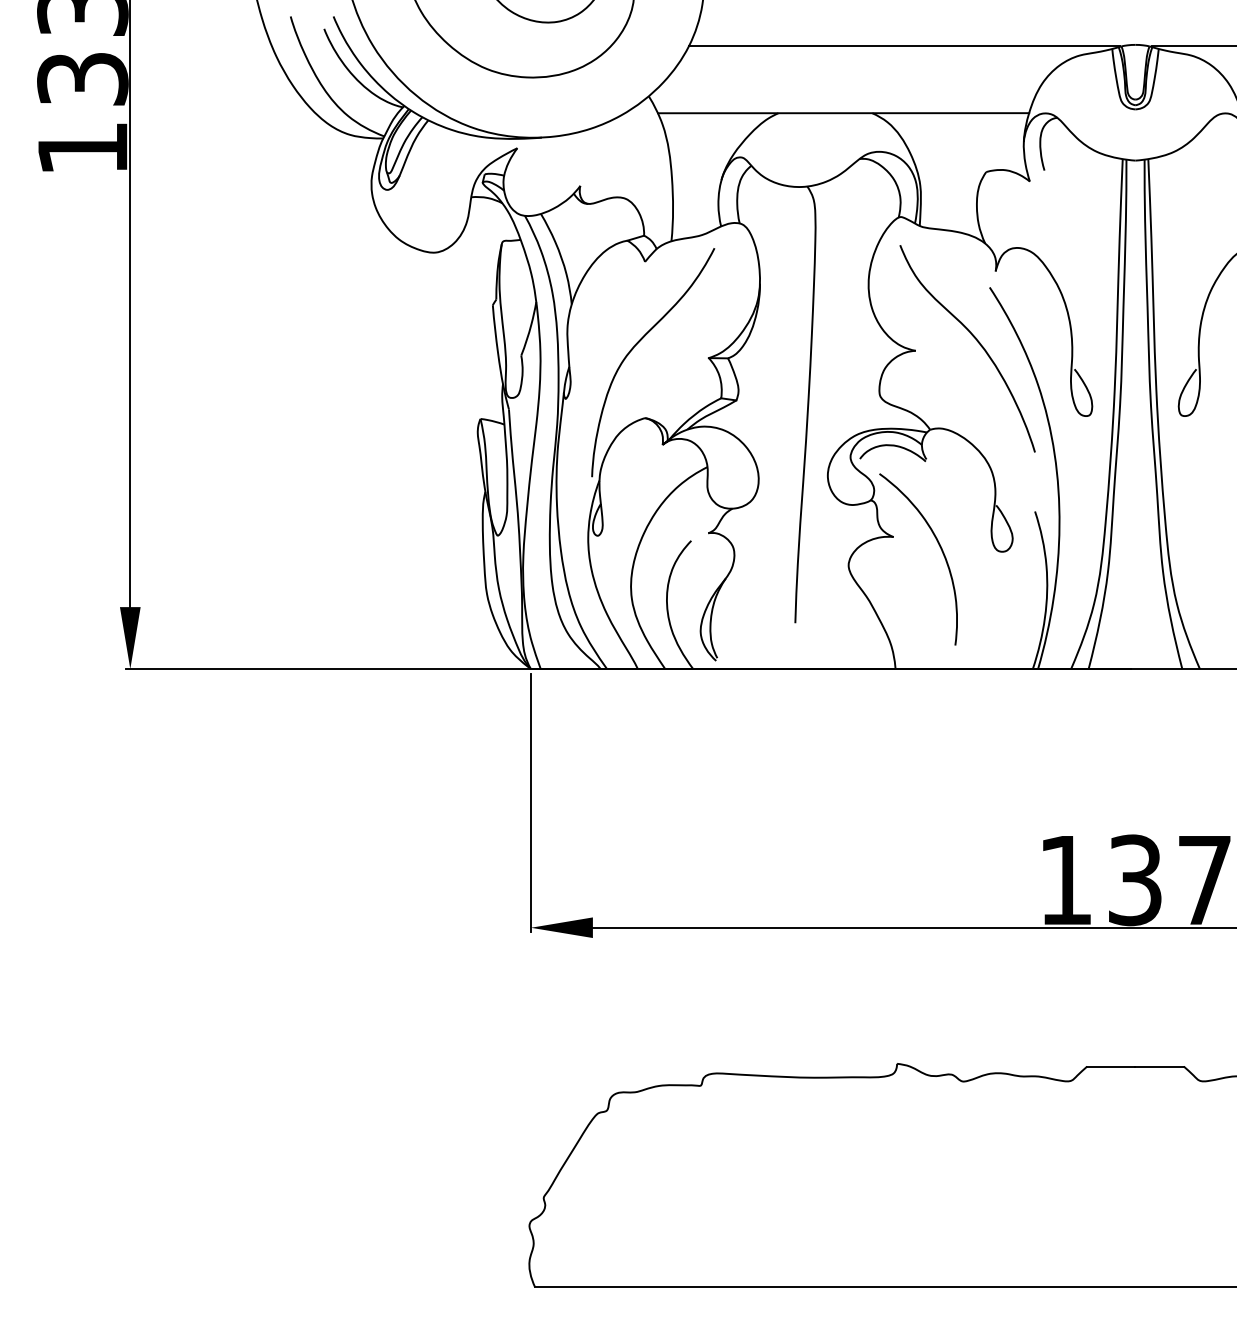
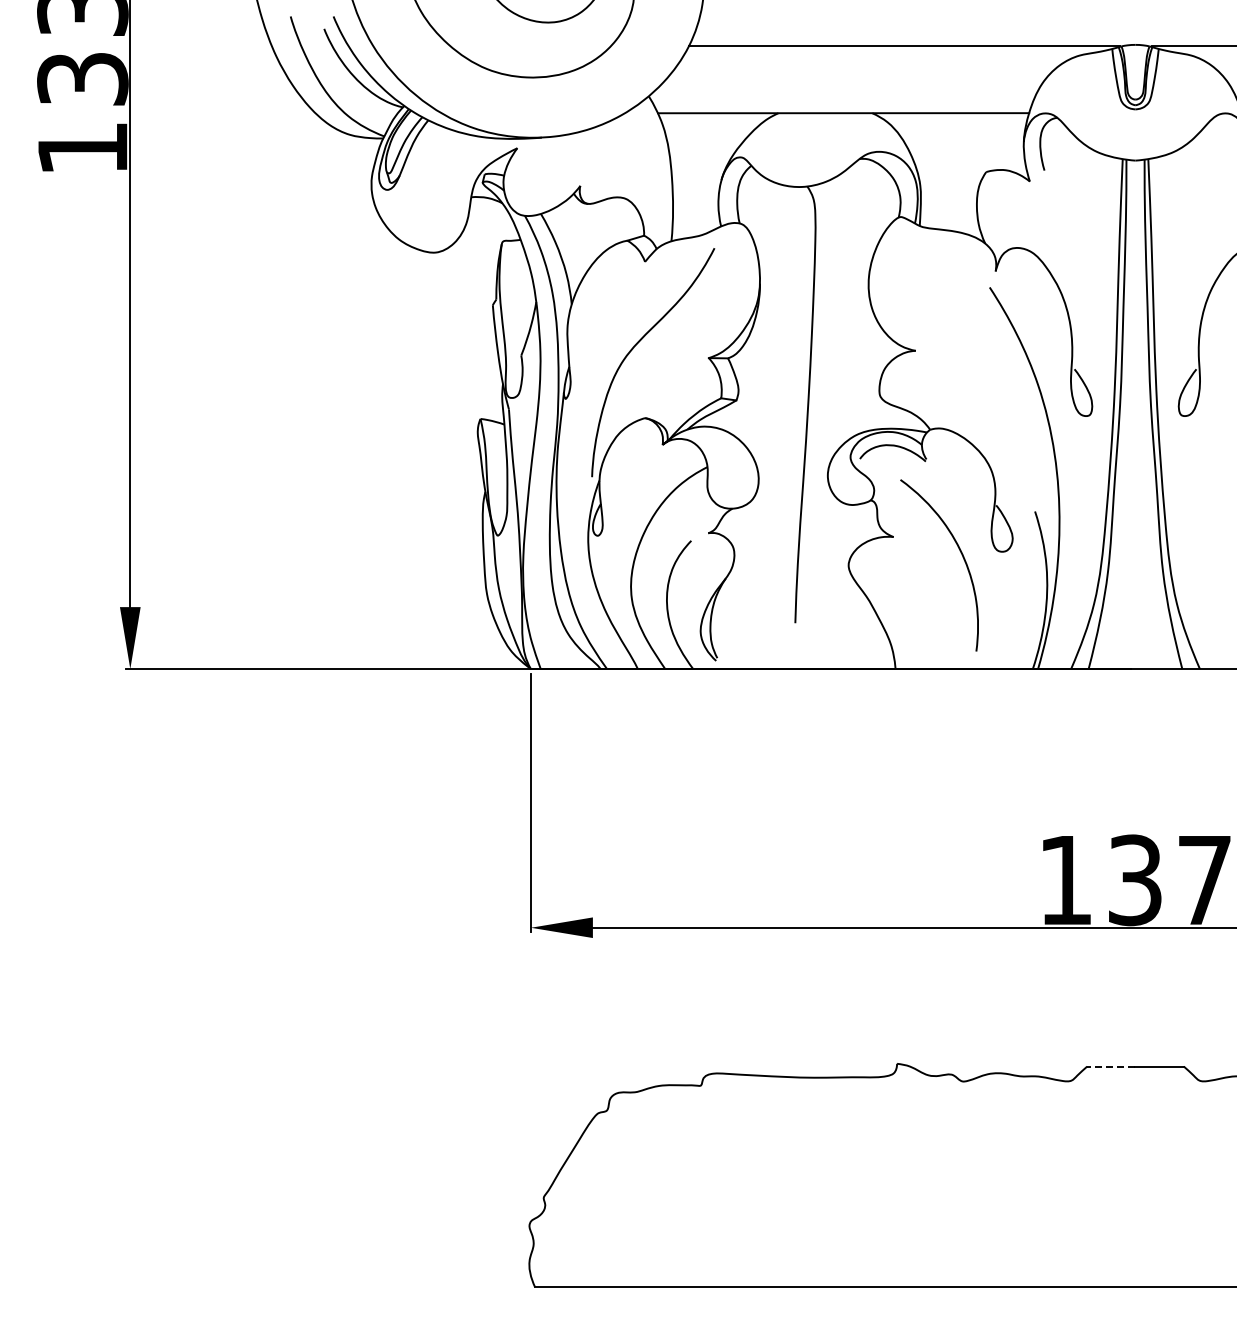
curve at (977, 342): present -> none
curve at (940, 549) position: (940, 549) -> (961, 555)
line at (1110, 1066): solid -> dashed
